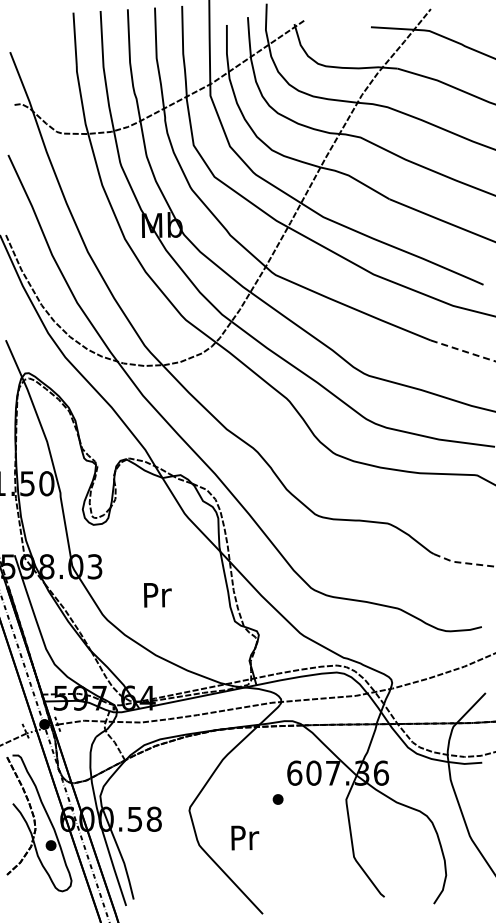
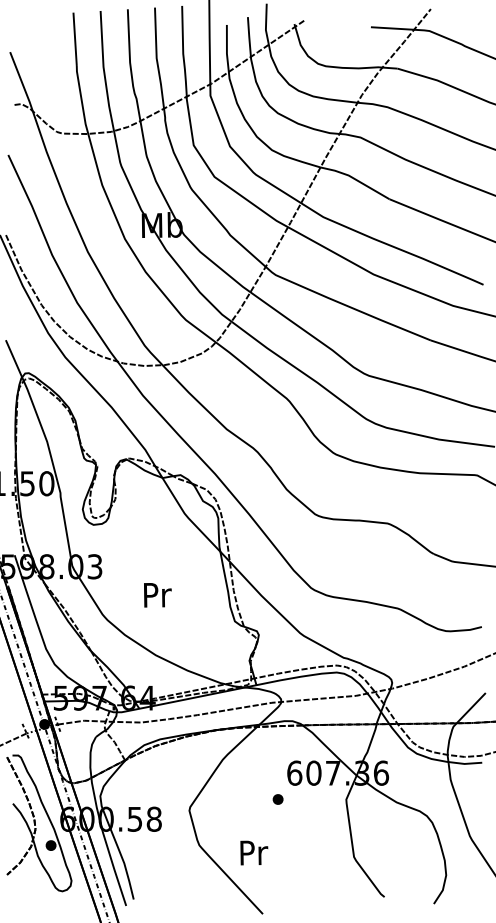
line at (463, 351): dashed -> solid
line at (463, 562): dashed -> solid
text at (245, 837) position: (245, 837) -> (254, 852)
